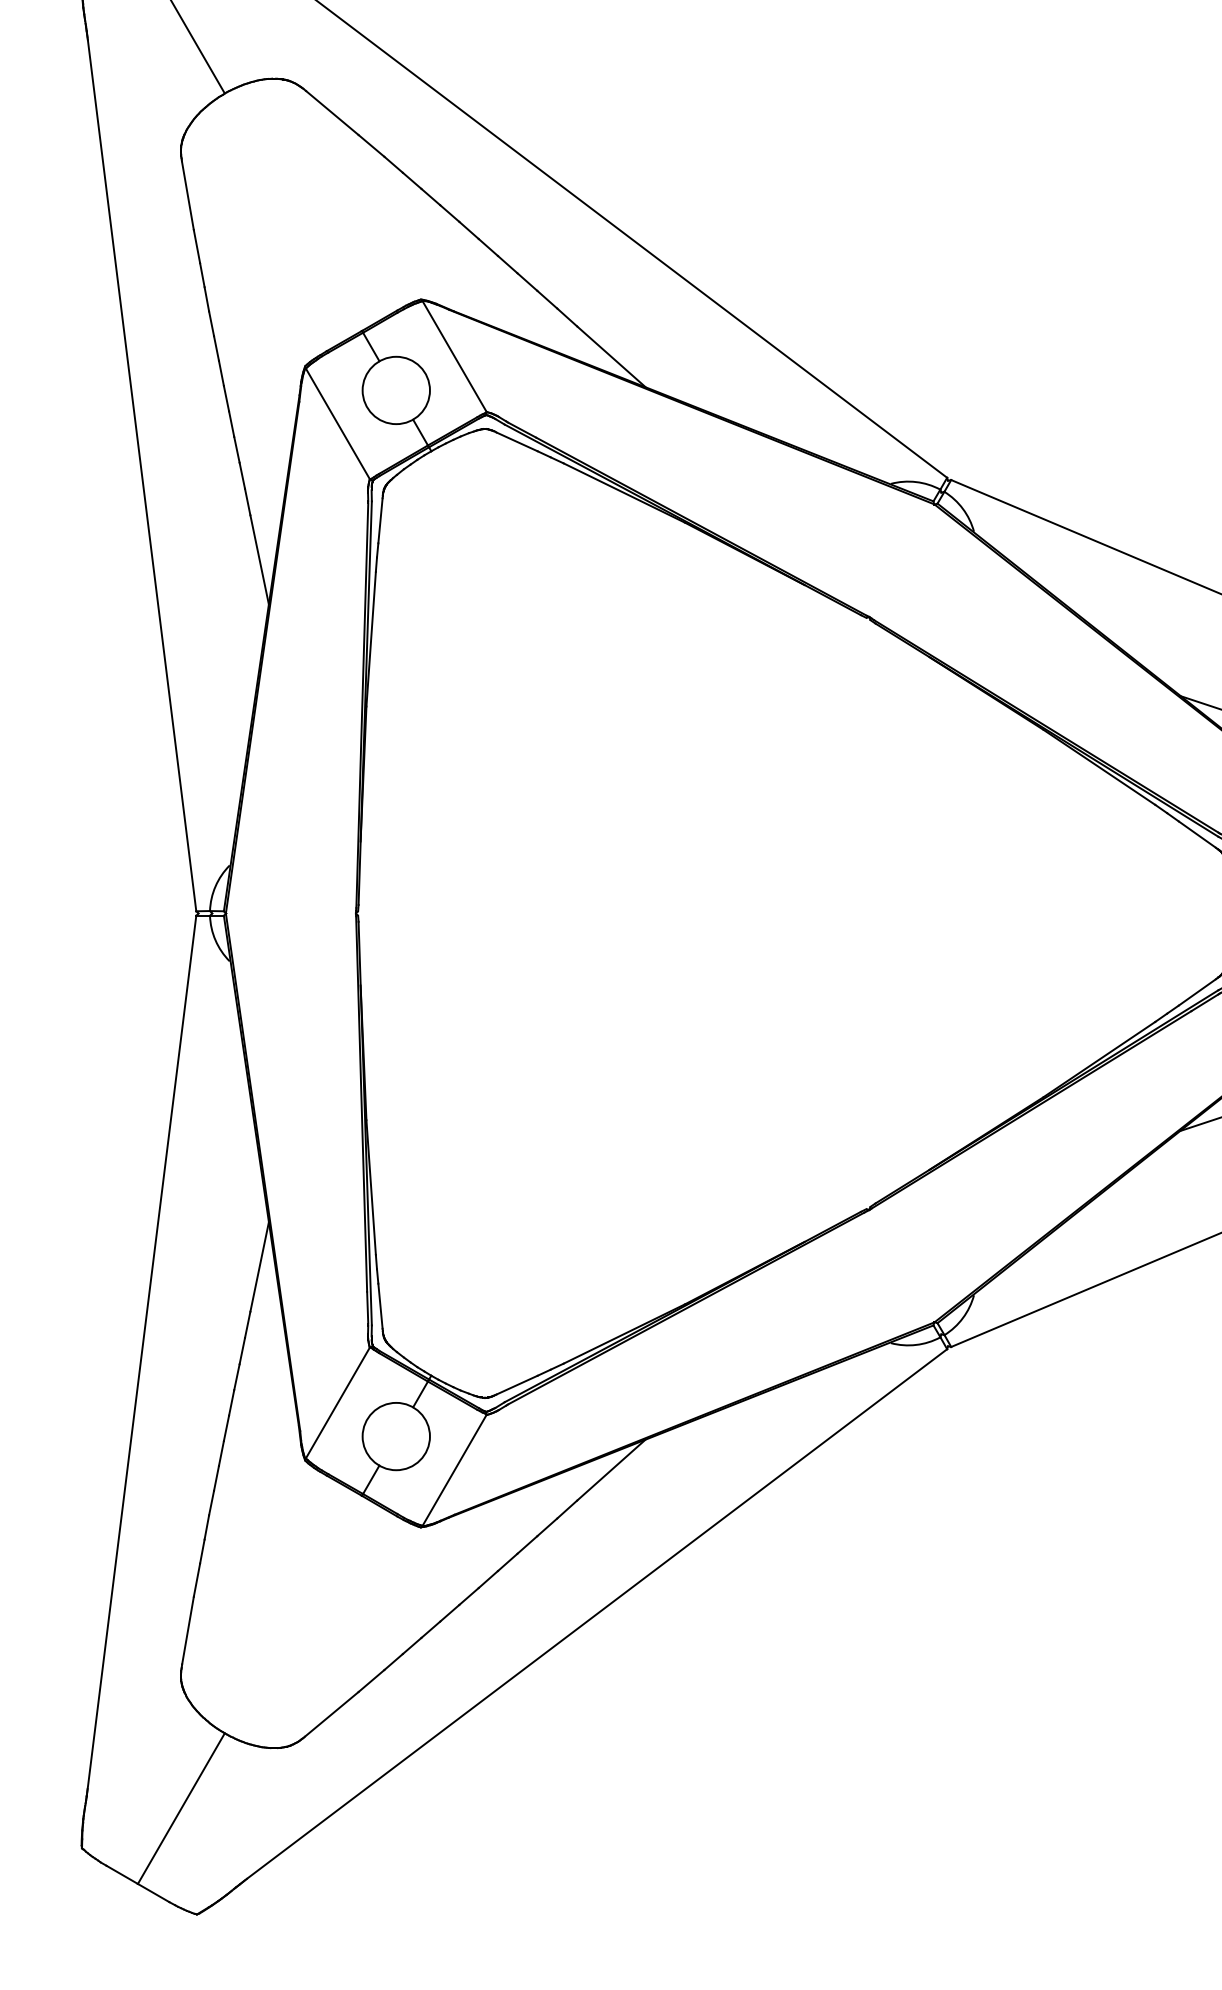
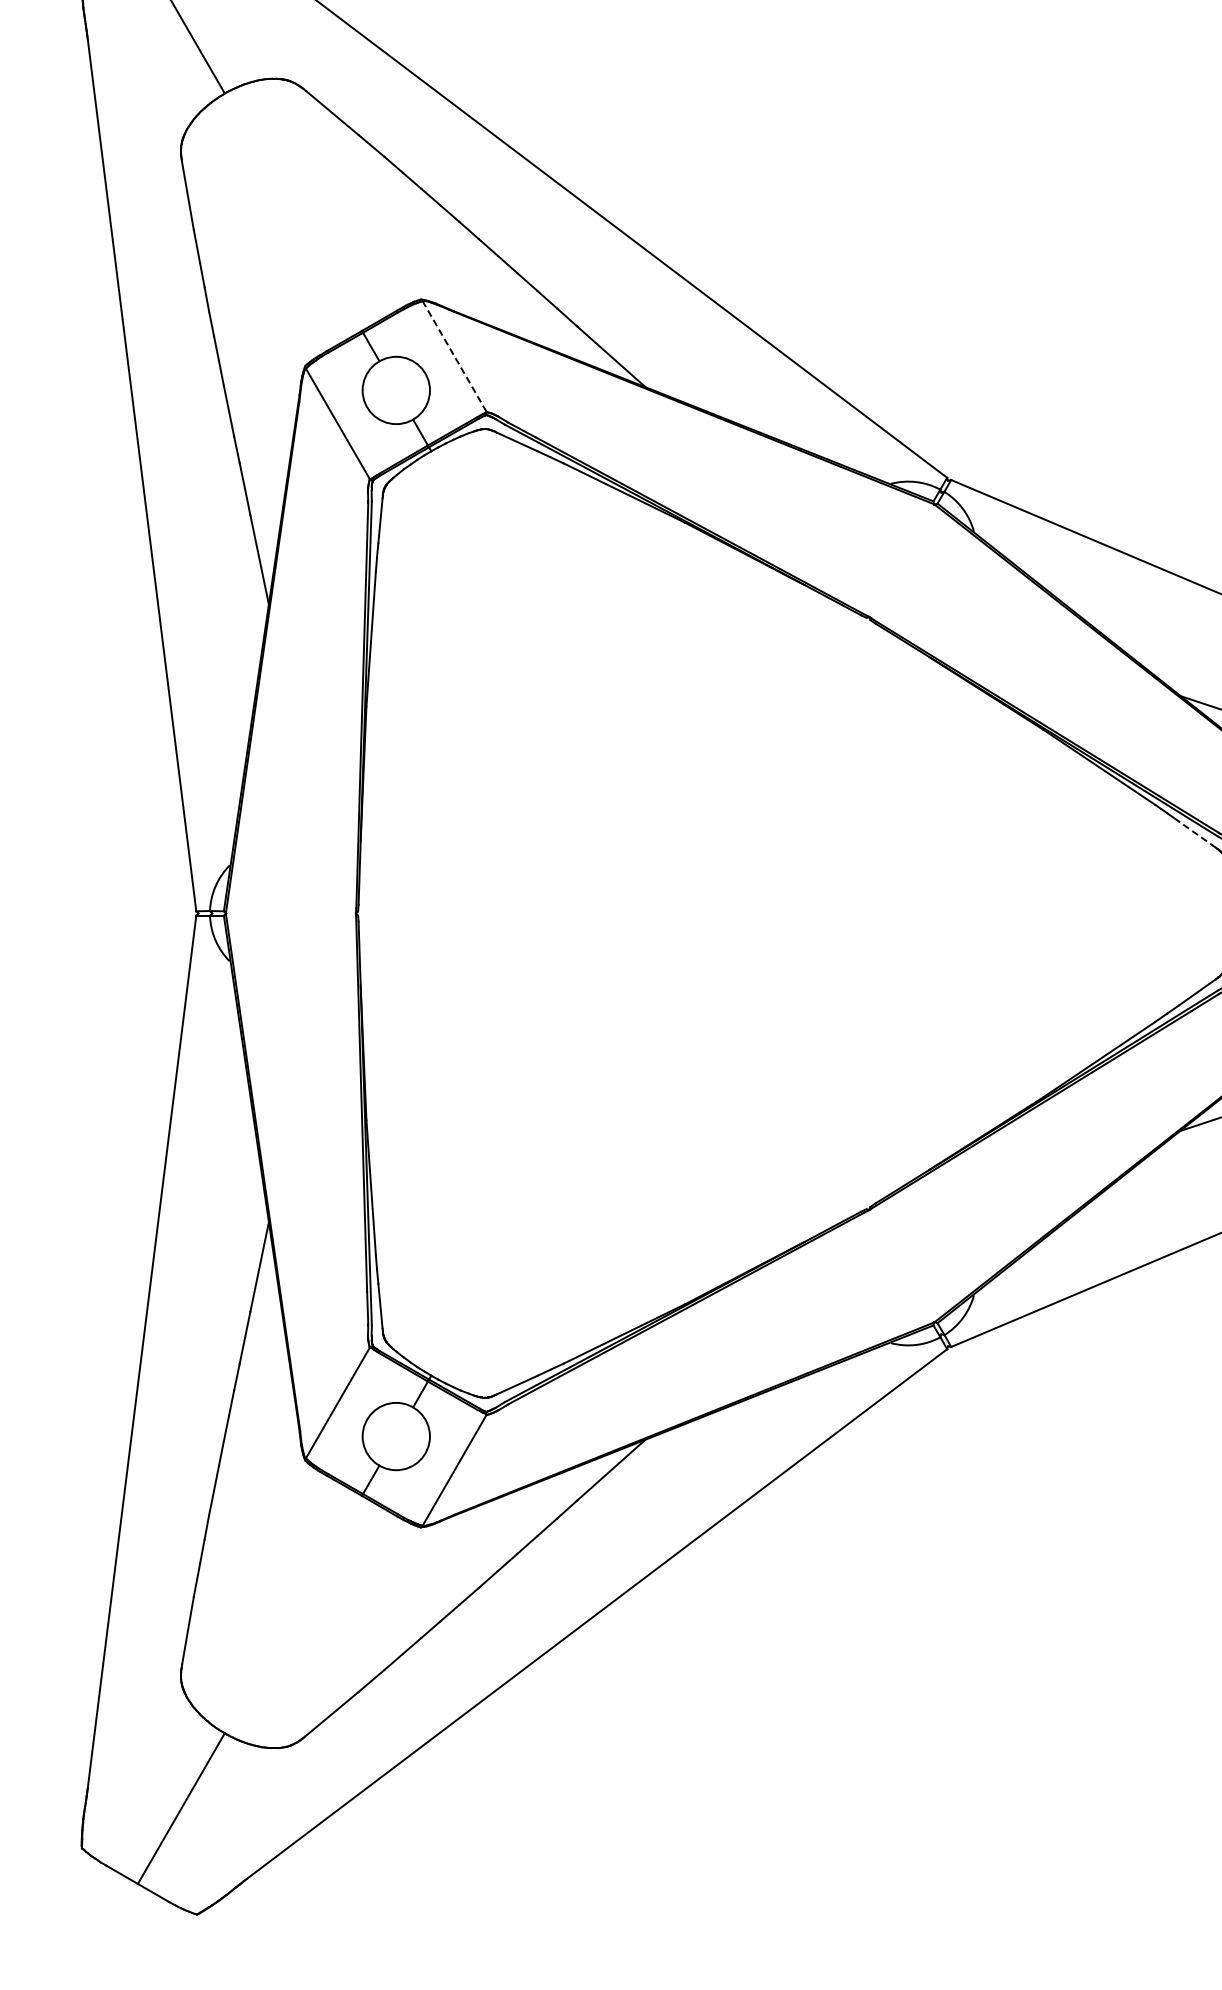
line at (454, 356): solid -> dashed
line at (1197, 834): solid -> dashed
